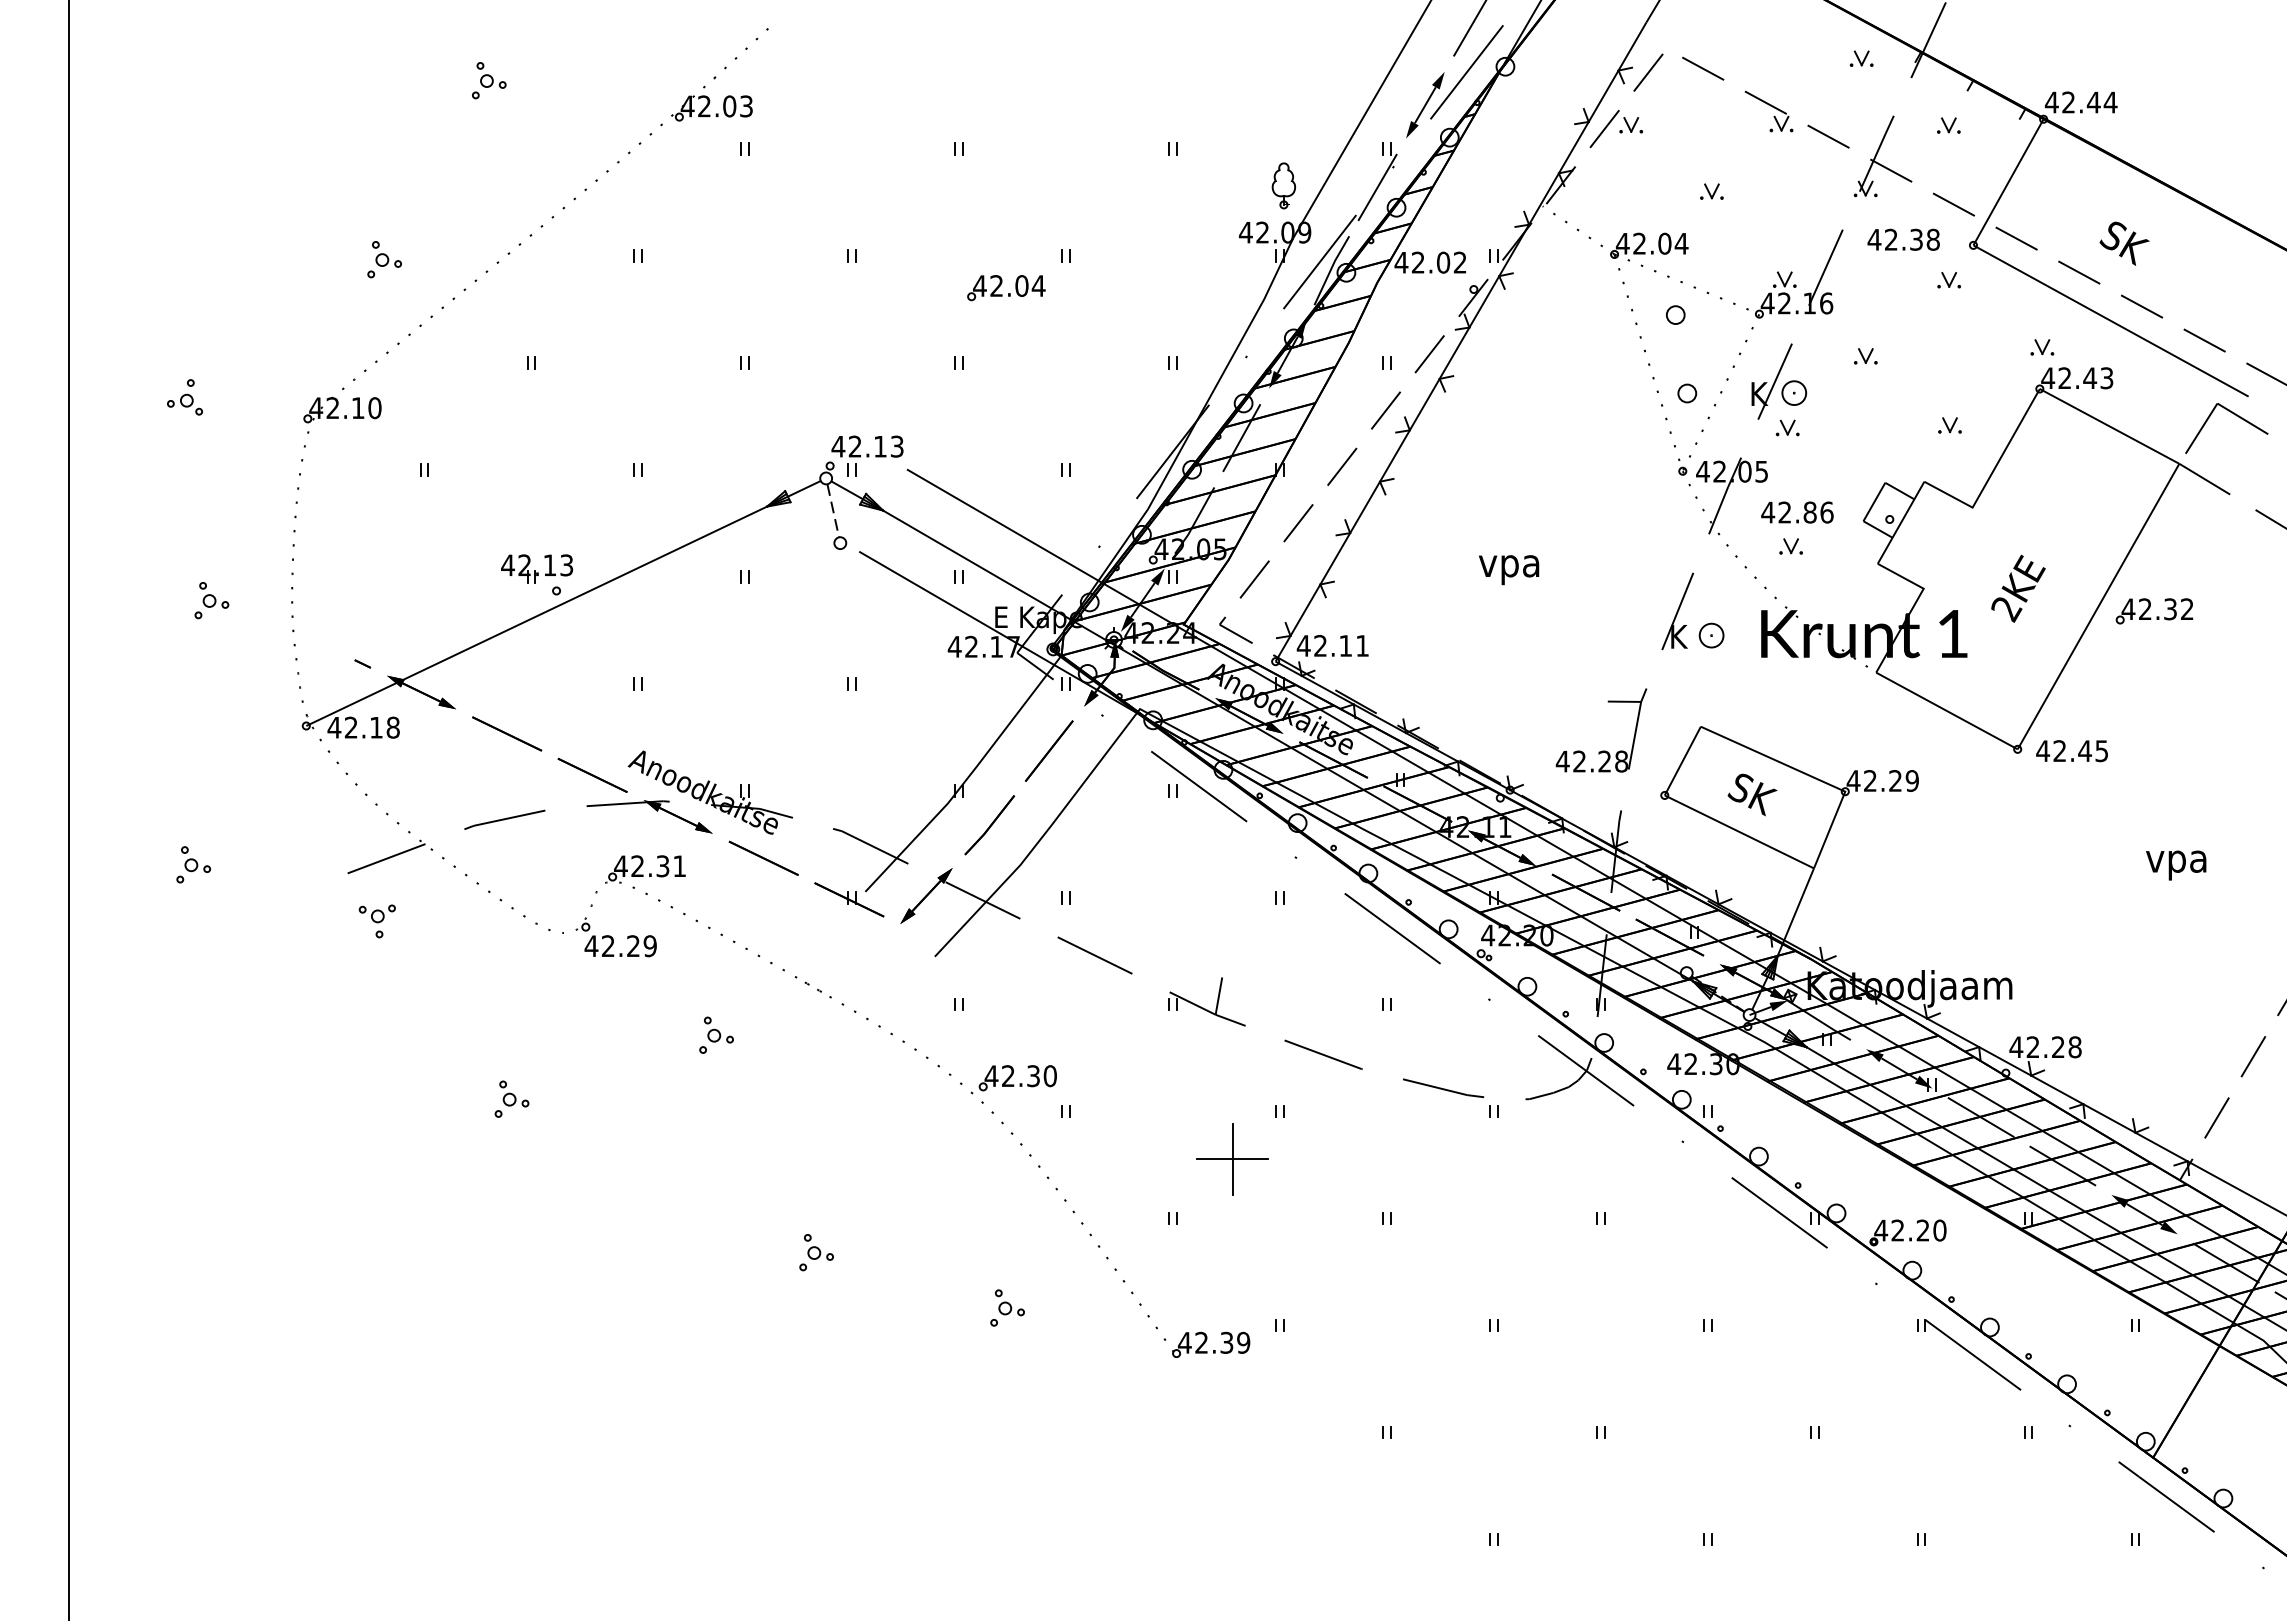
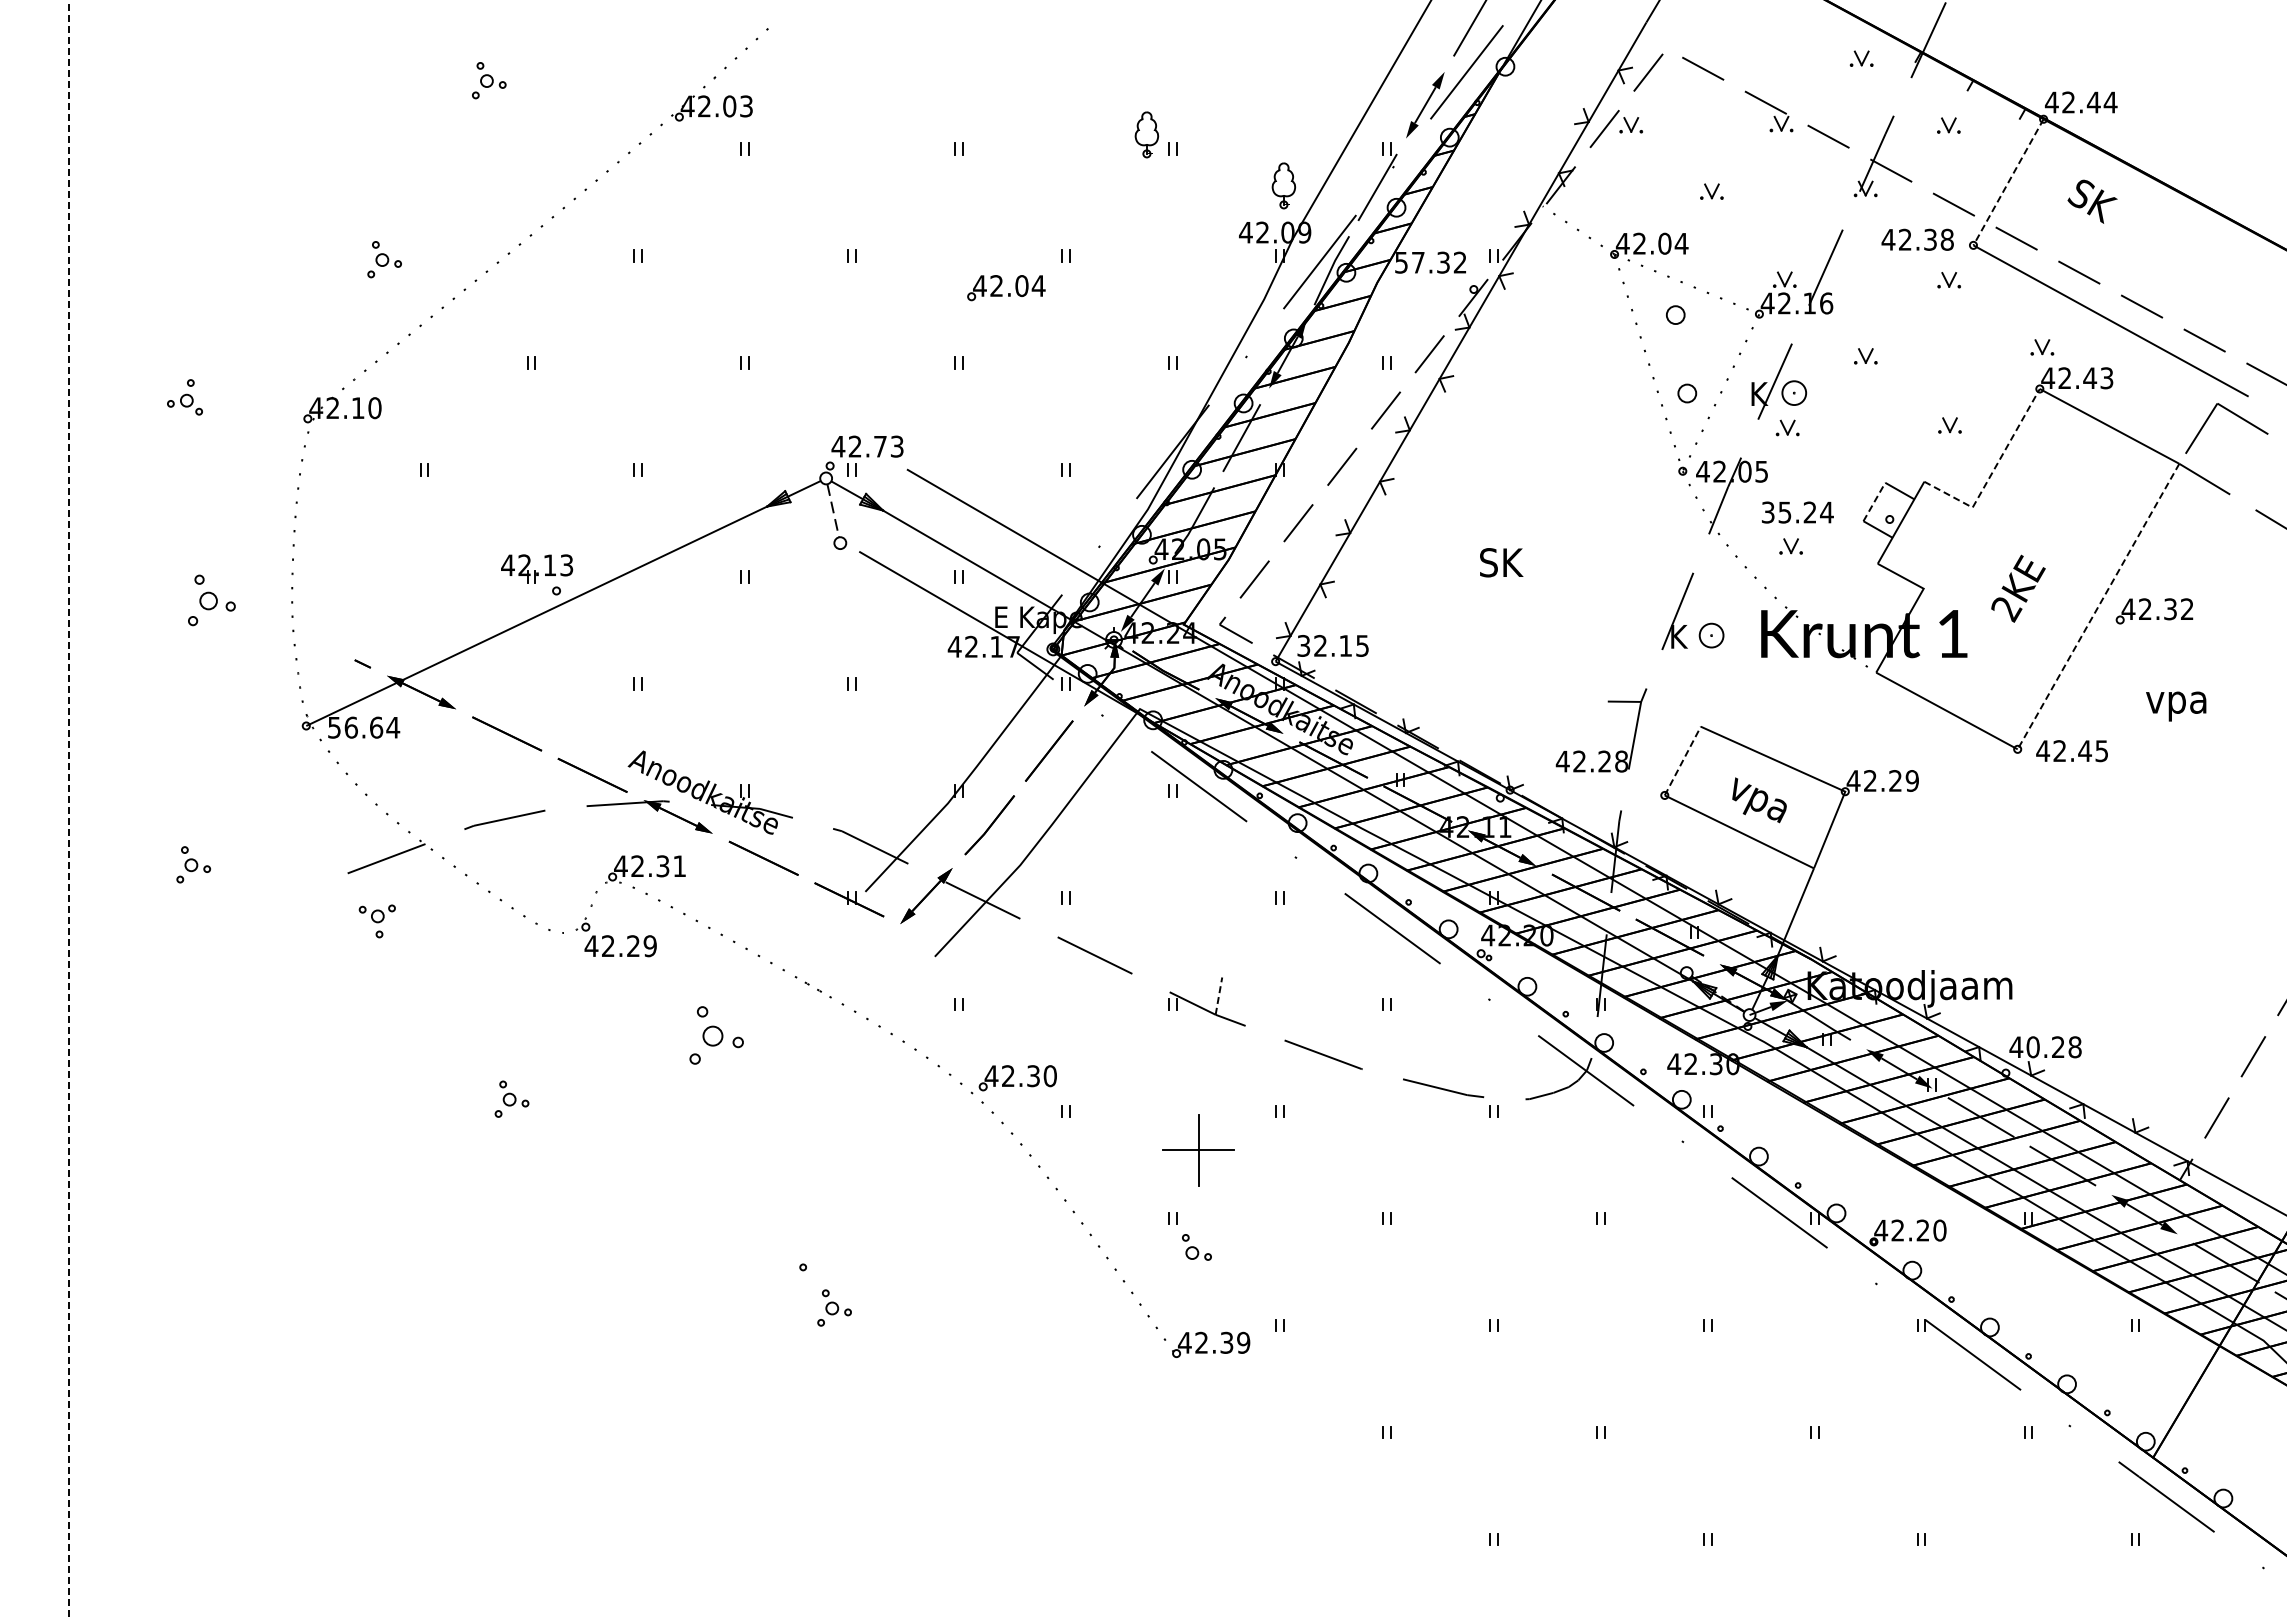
part at (1146, 134): none -> present
line at (2008, 182): solid -> dashed
text at (1903, 239) position: (1903, 239) -> (1917, 239)
text at (2124, 243) position: (2124, 243) -> (2092, 201)
text at (1422, 262): 42.02 -> 57.32
text at (880, 446): 42.13 -> 42.73
line at (1992, 472): solid -> dashed
line at (1874, 501): solid -> dashed
text at (1797, 512): 42.86 -> 35.24
text at (1509, 566): vpa -> SK
part at (211, 600) size: 36x38 px -> 48x53 px
line at (2098, 607): solid -> dashed
text at (1332, 645): 42.11 -> 32.15
text at (363, 727): 42.18 -> 56.64
line at (1682, 761): solid -> dashed
text at (1756, 798): SK -> vpa
line at (68, 811): solid -> dashed
text at (2176, 865) position: (2176, 865) -> (2176, 706)
line at (1218, 996): solid -> dashed
part at (716, 1034) size: 35x38 px -> 55x59 px
text at (2032, 1047): 42.28 -> 40.28
part at (1232, 1159) position: (1232, 1159) -> (1198, 1150)
part at (818, 1247) position: (818, 1247) -> (1196, 1247)
part at (1007, 1307) position: (1007, 1307) -> (834, 1307)
